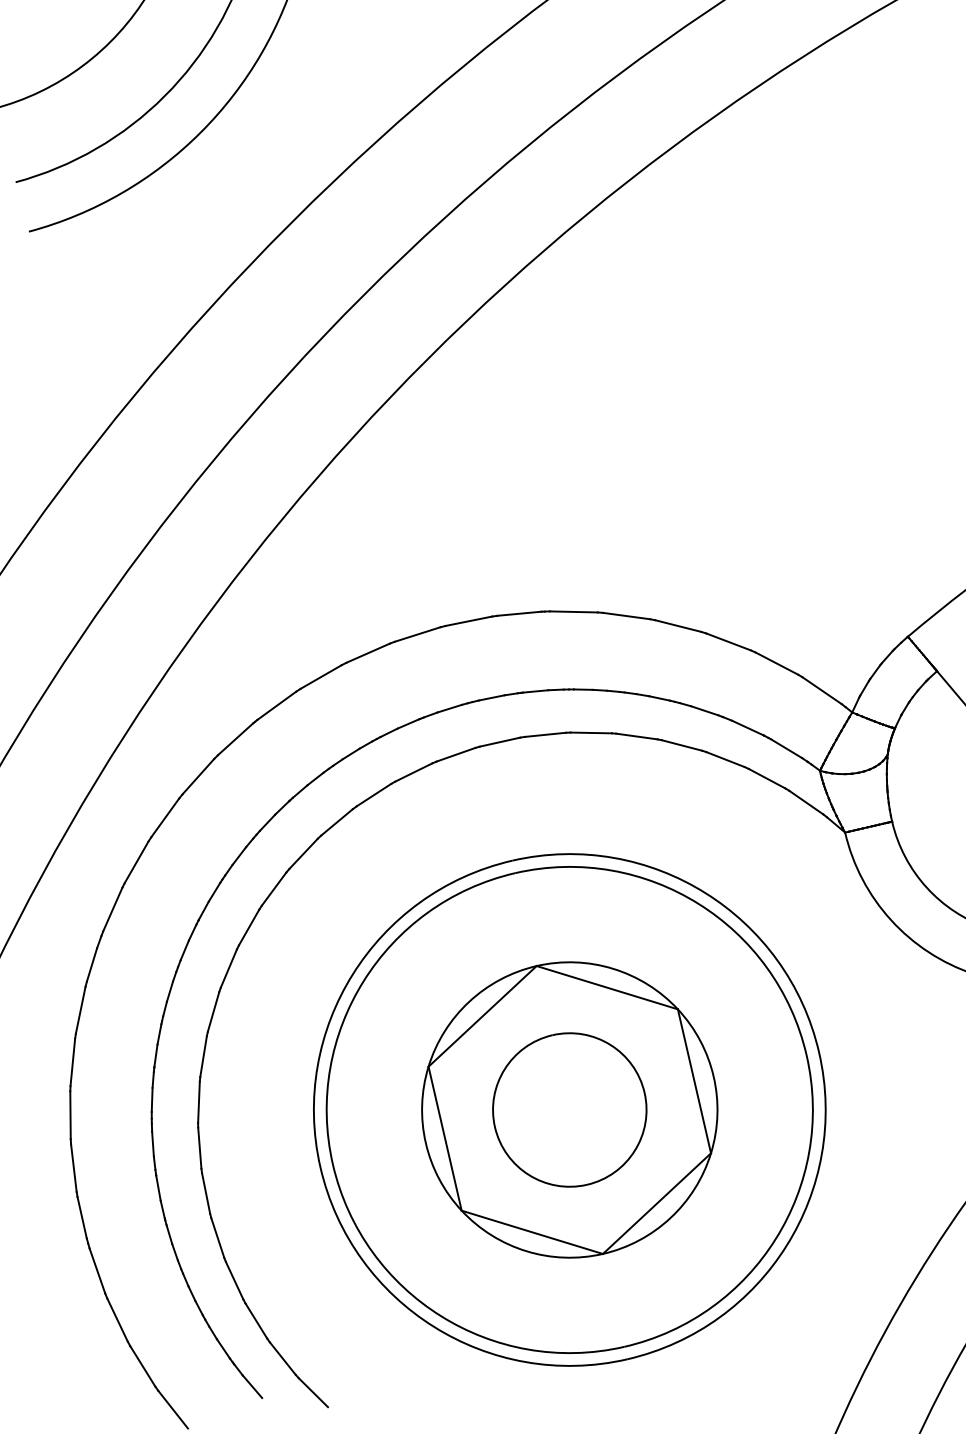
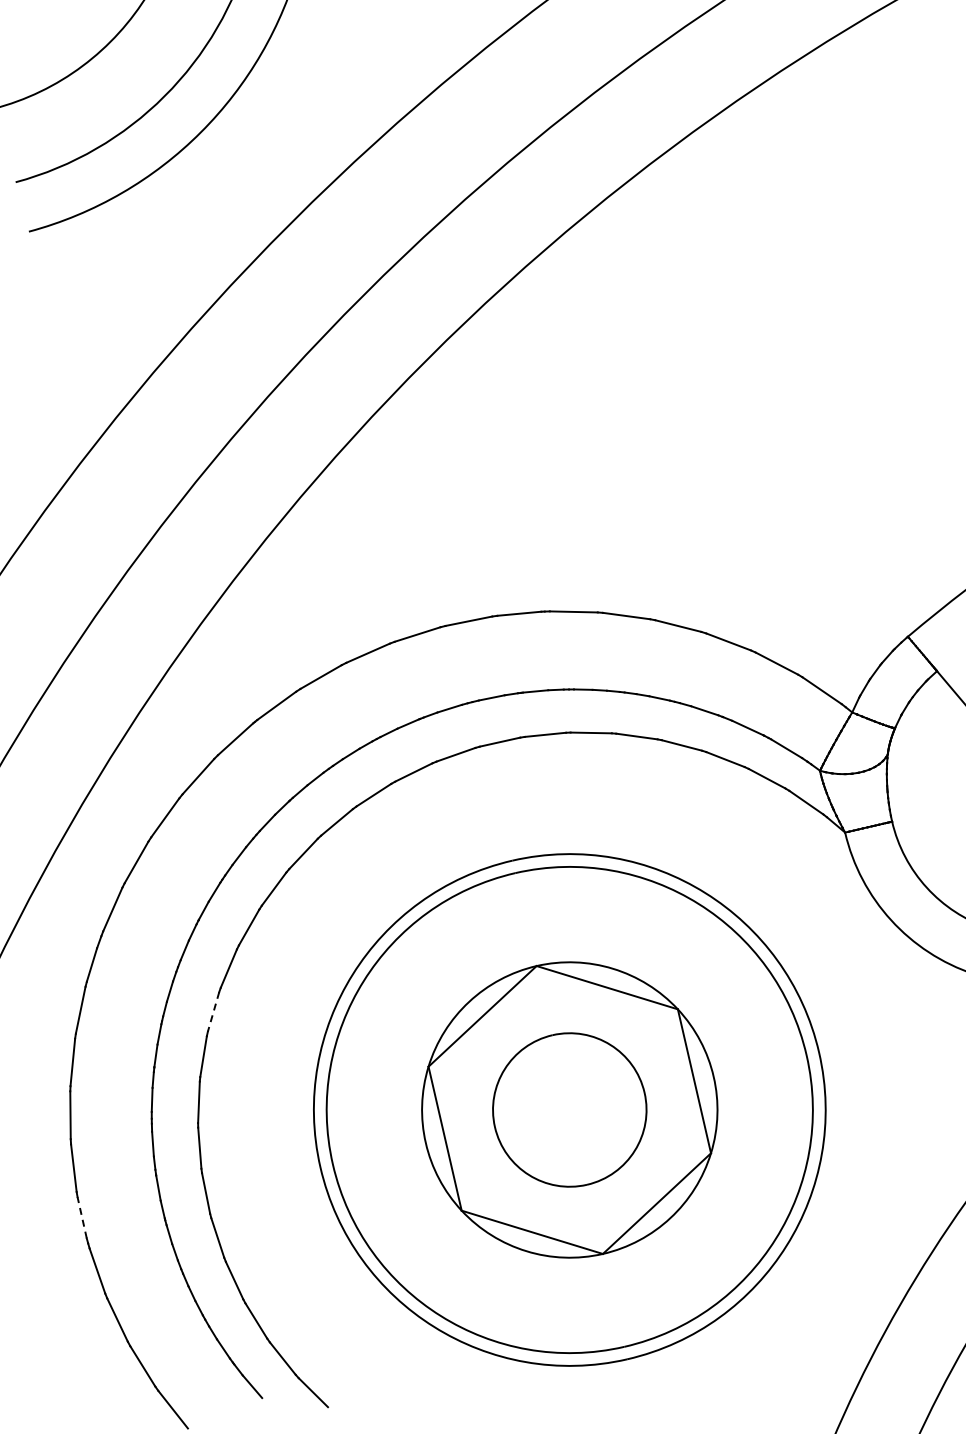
line at (213, 1011): solid -> dashed
line at (82, 1217): solid -> dashed
